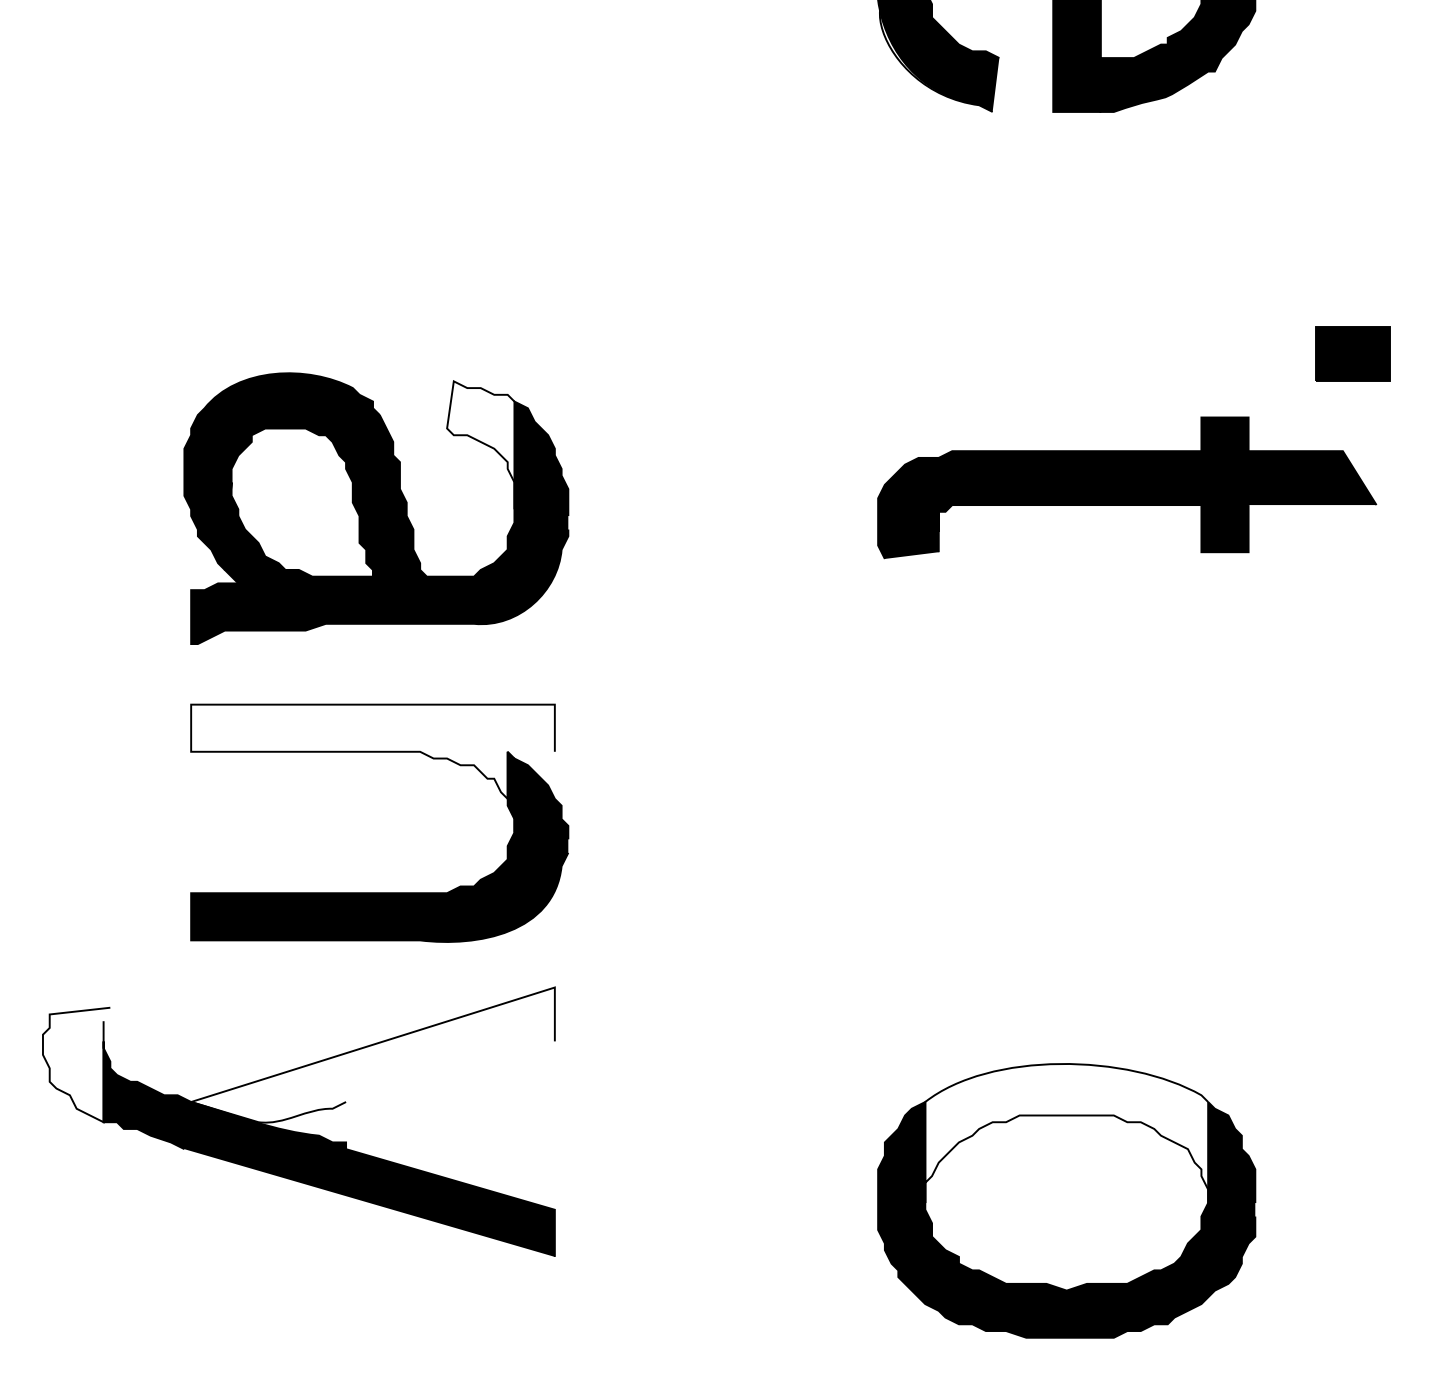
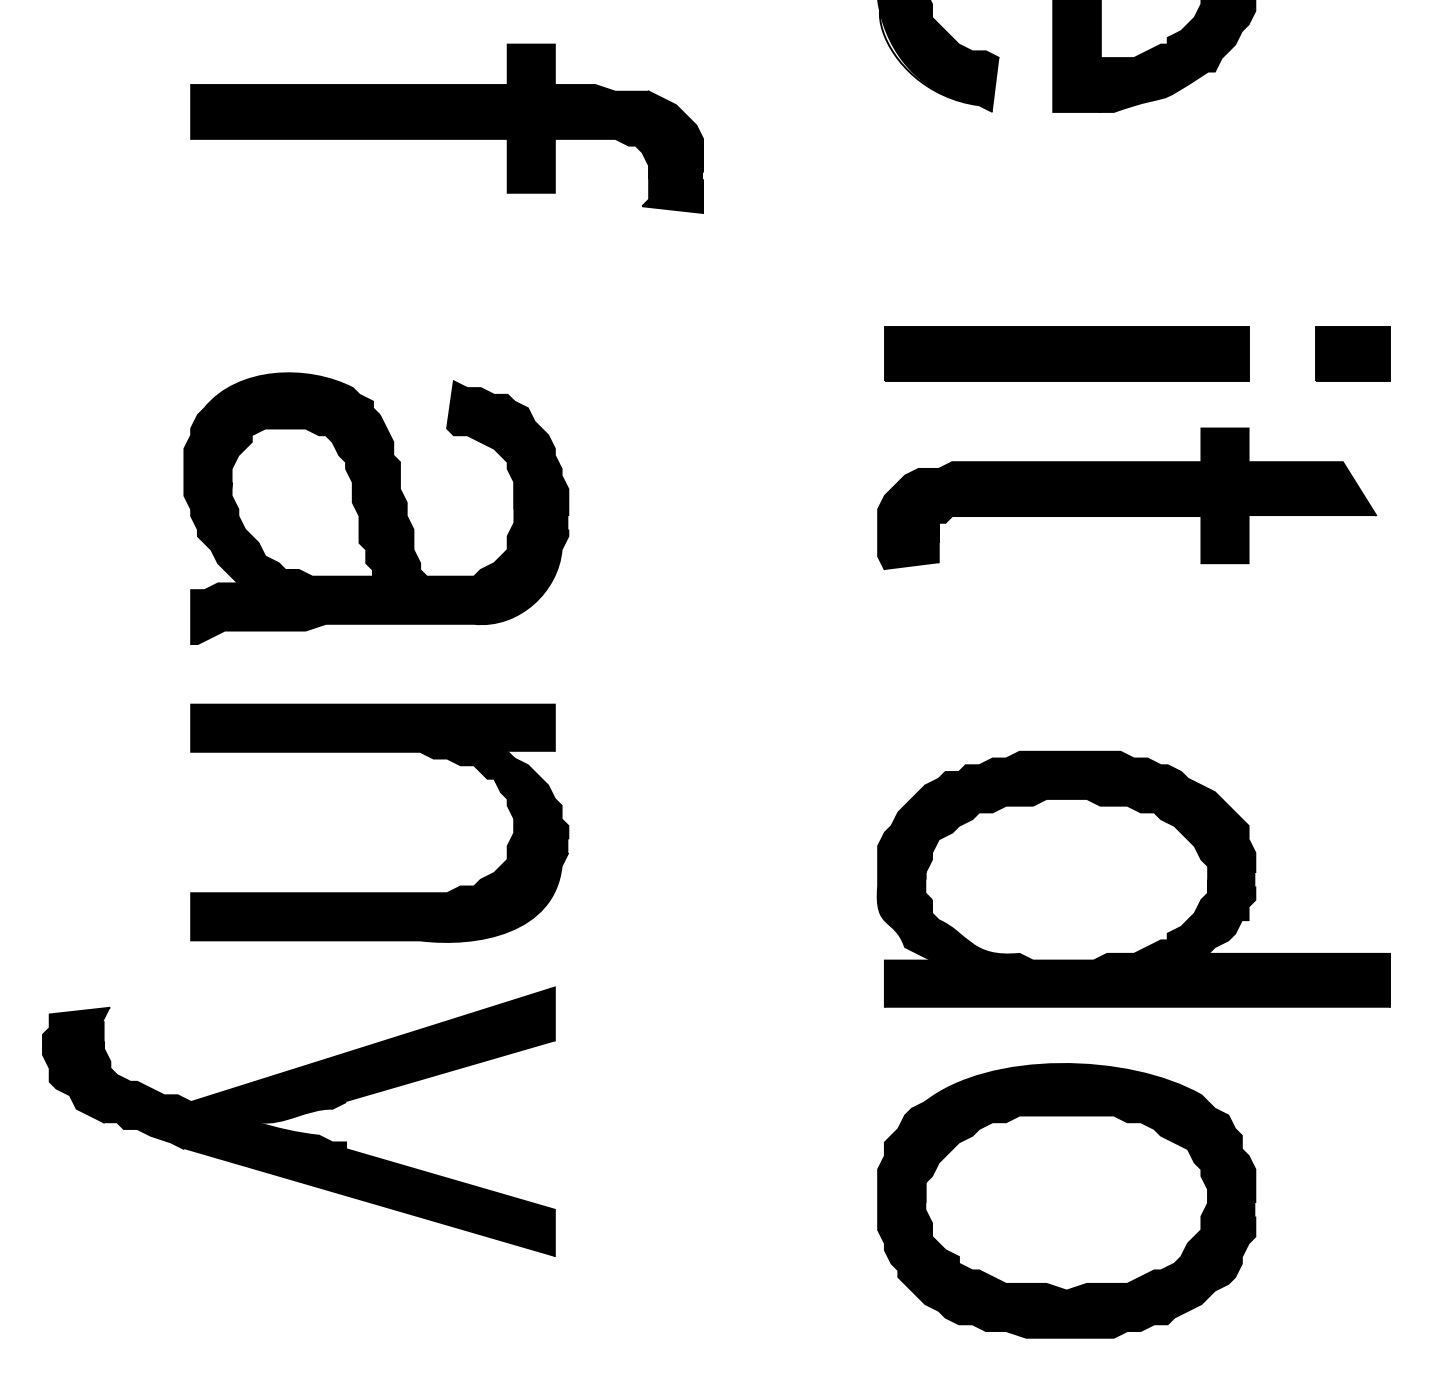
part at (446, 128): none -> present
part at (1066, 353): none -> present
fill at (480, 445): none -> present
part at (1127, 487) position: (1127, 487) -> (1127, 498)
fill at (372, 751): none -> present
part at (1133, 878): none -> present
fill at (372, 1054): none -> present
fill at (76, 1064): none -> present
fill at (1066, 1133): none -> present
